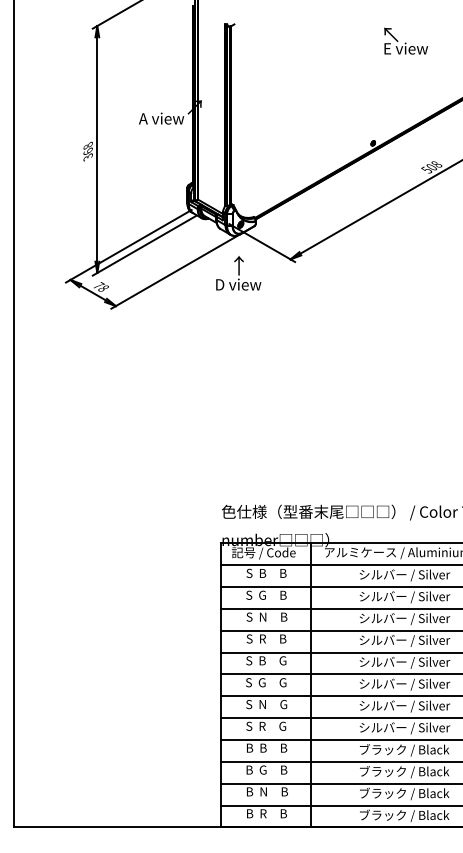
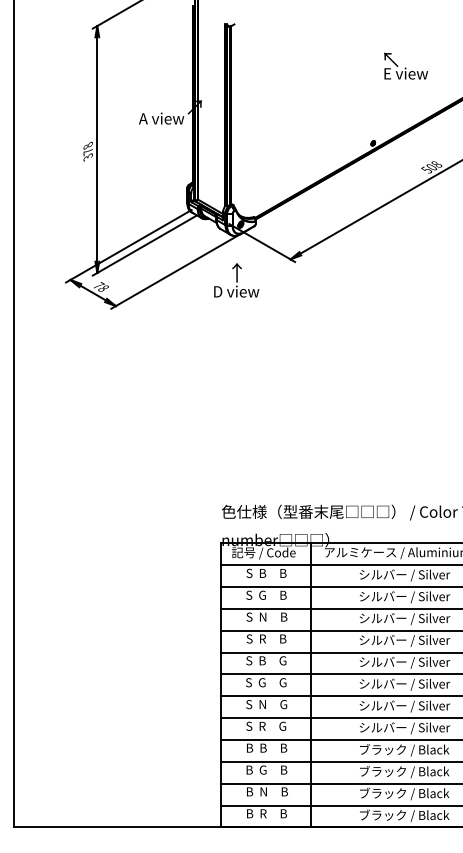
text at (405, 40) position: (405, 40) -> (405, 65)
text at (87, 151): 368 -> 378
text at (238, 273) position: (238, 273) -> (236, 280)
